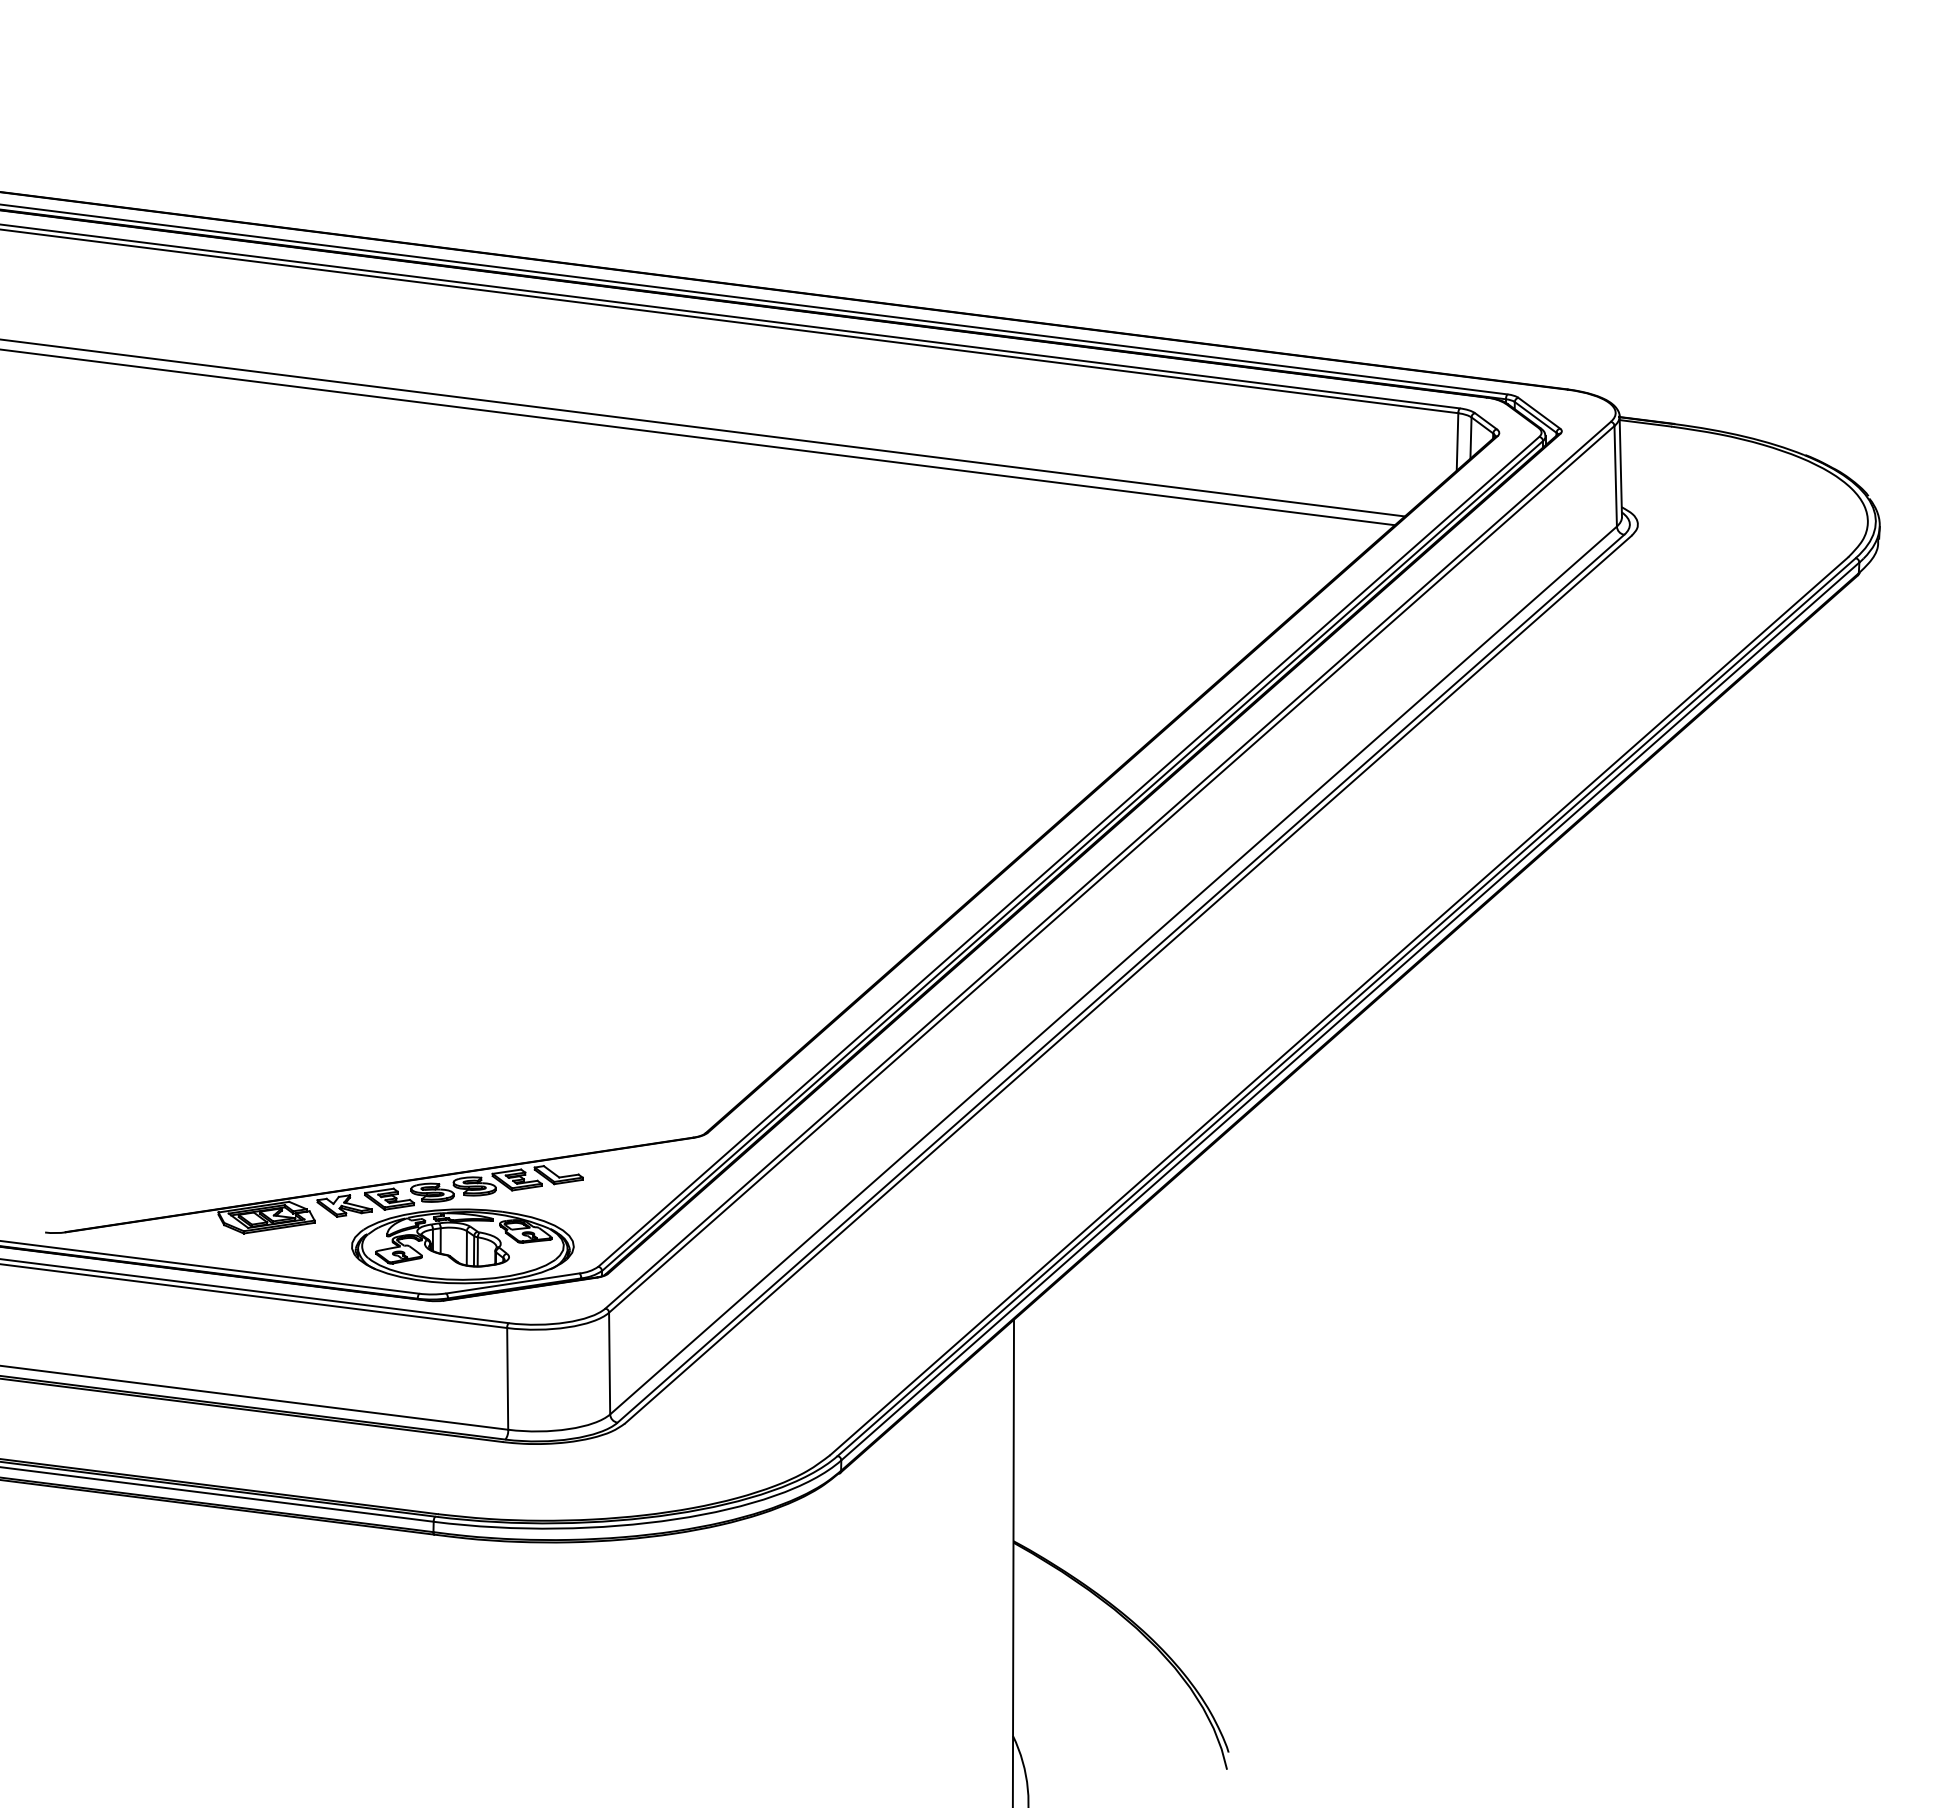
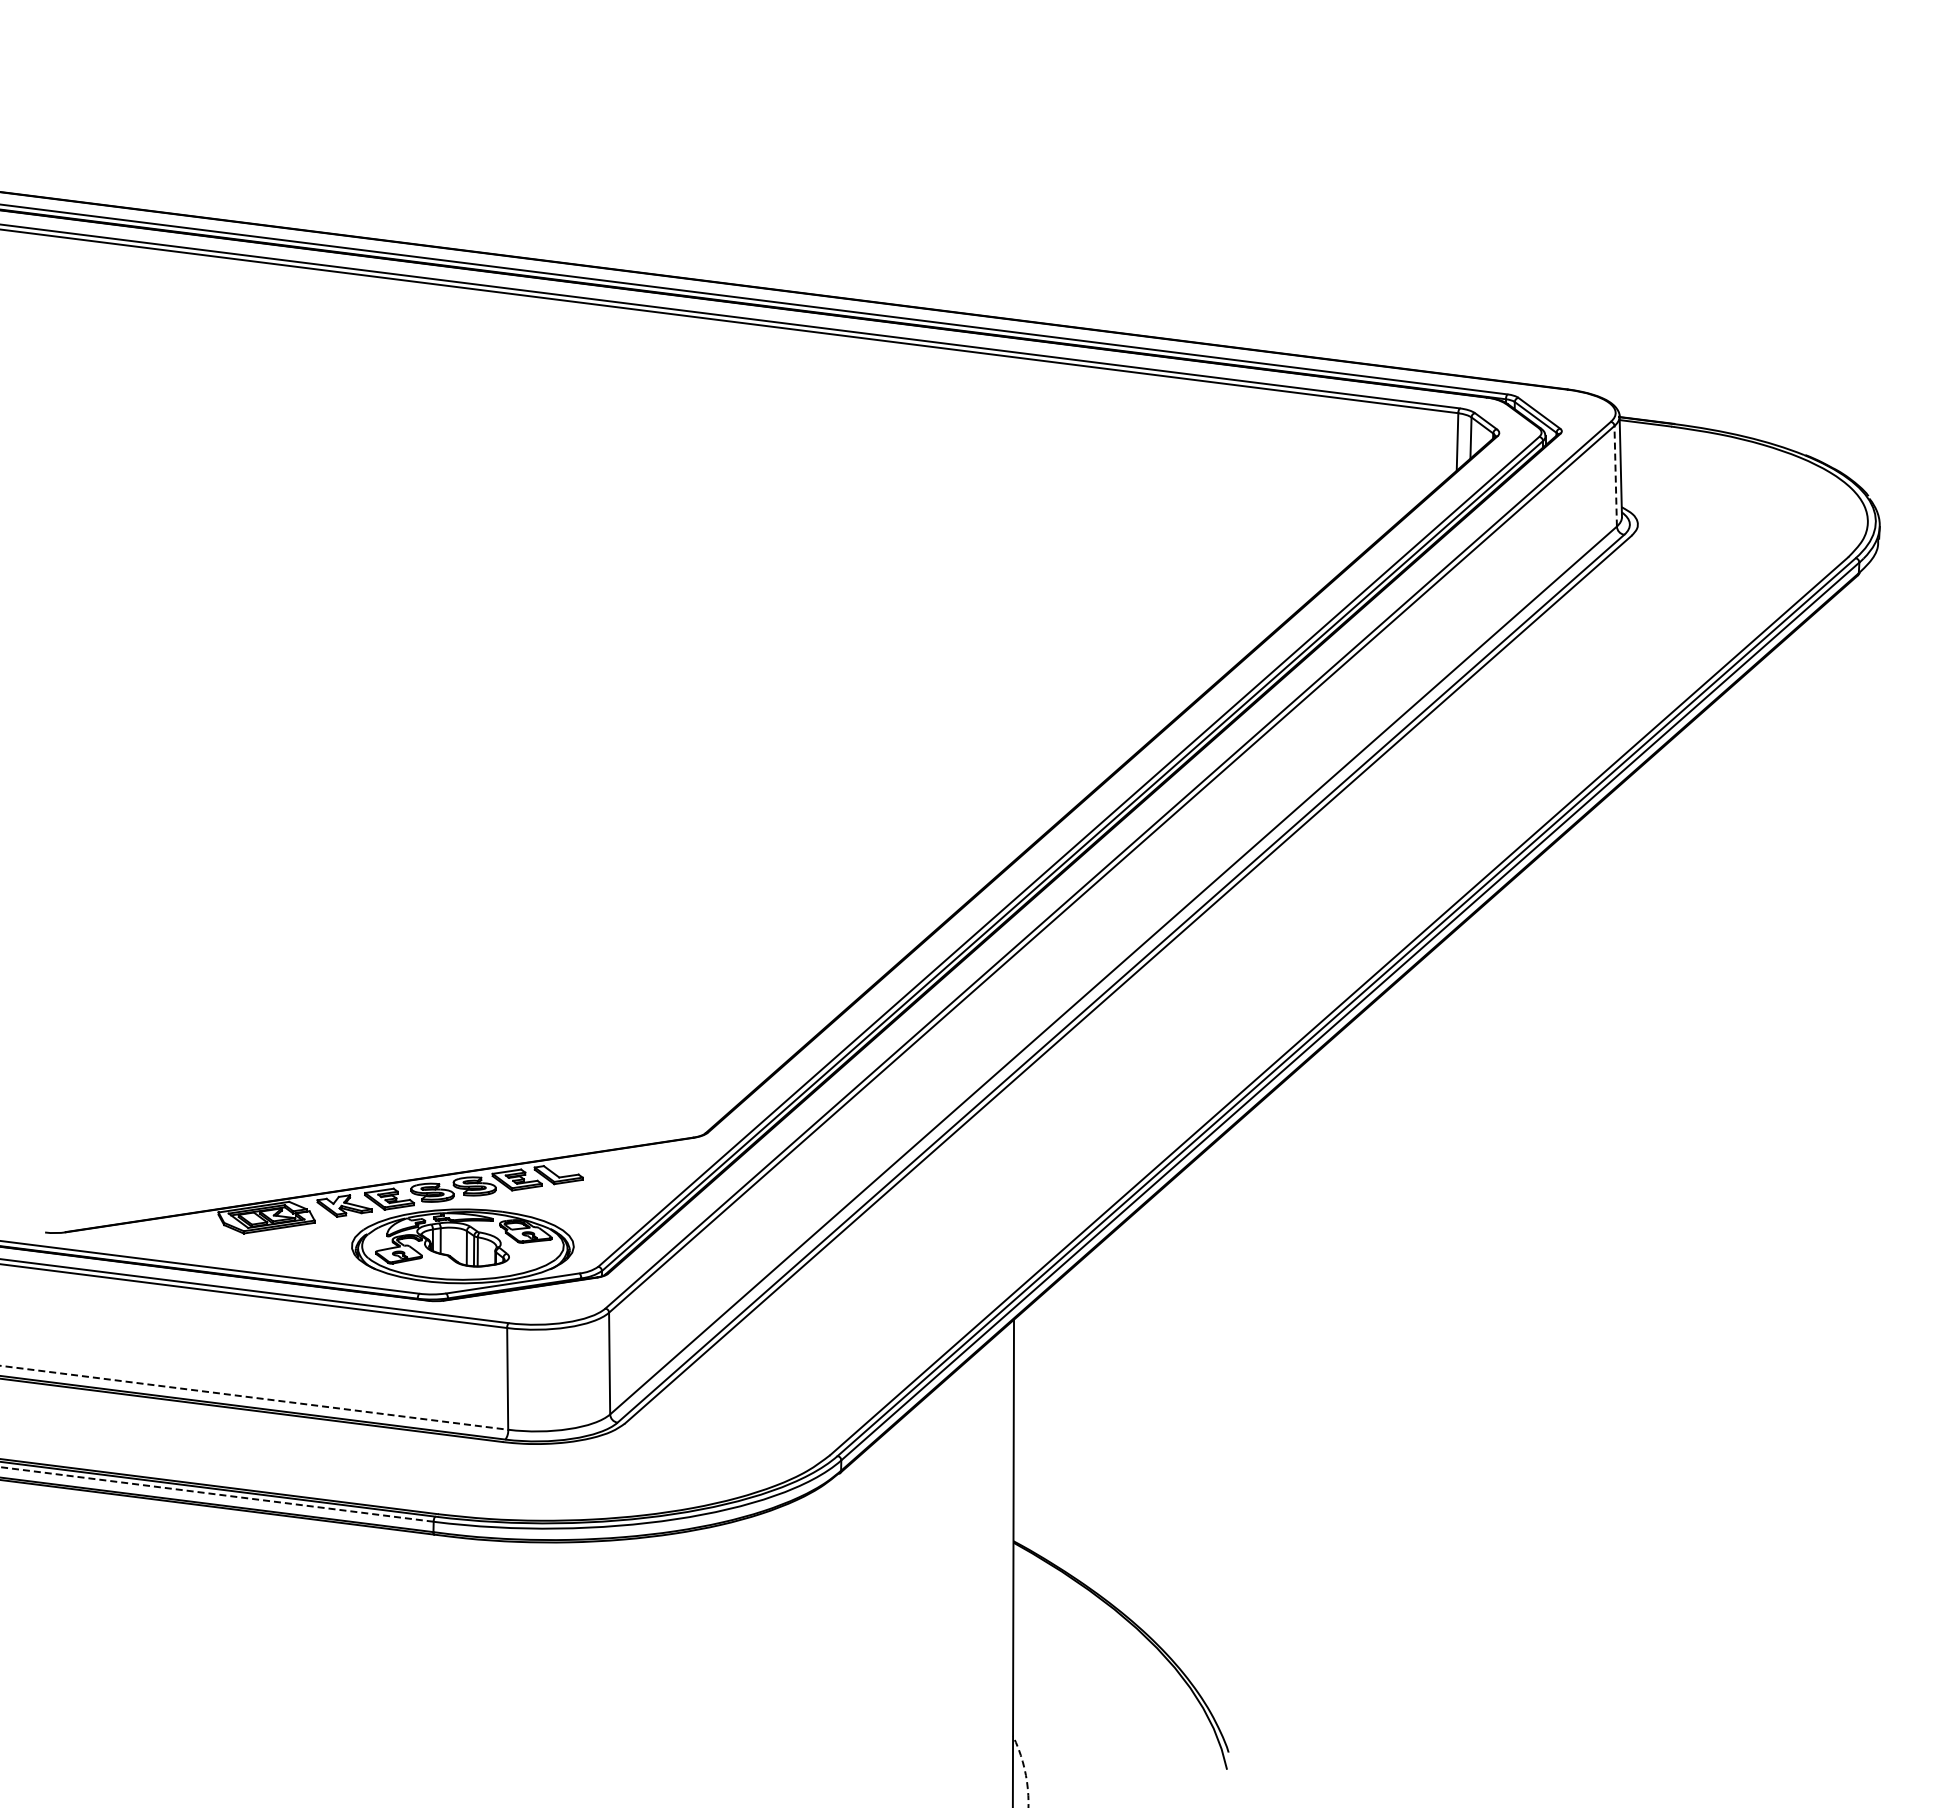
line at (703, 427): present -> none
line at (698, 437): present -> none
line at (1615, 475): solid -> dashed
line at (254, 1397): solid -> dashed
line at (216, 1494): solid -> dashed
arc at (1025, 1771): solid -> dashed
